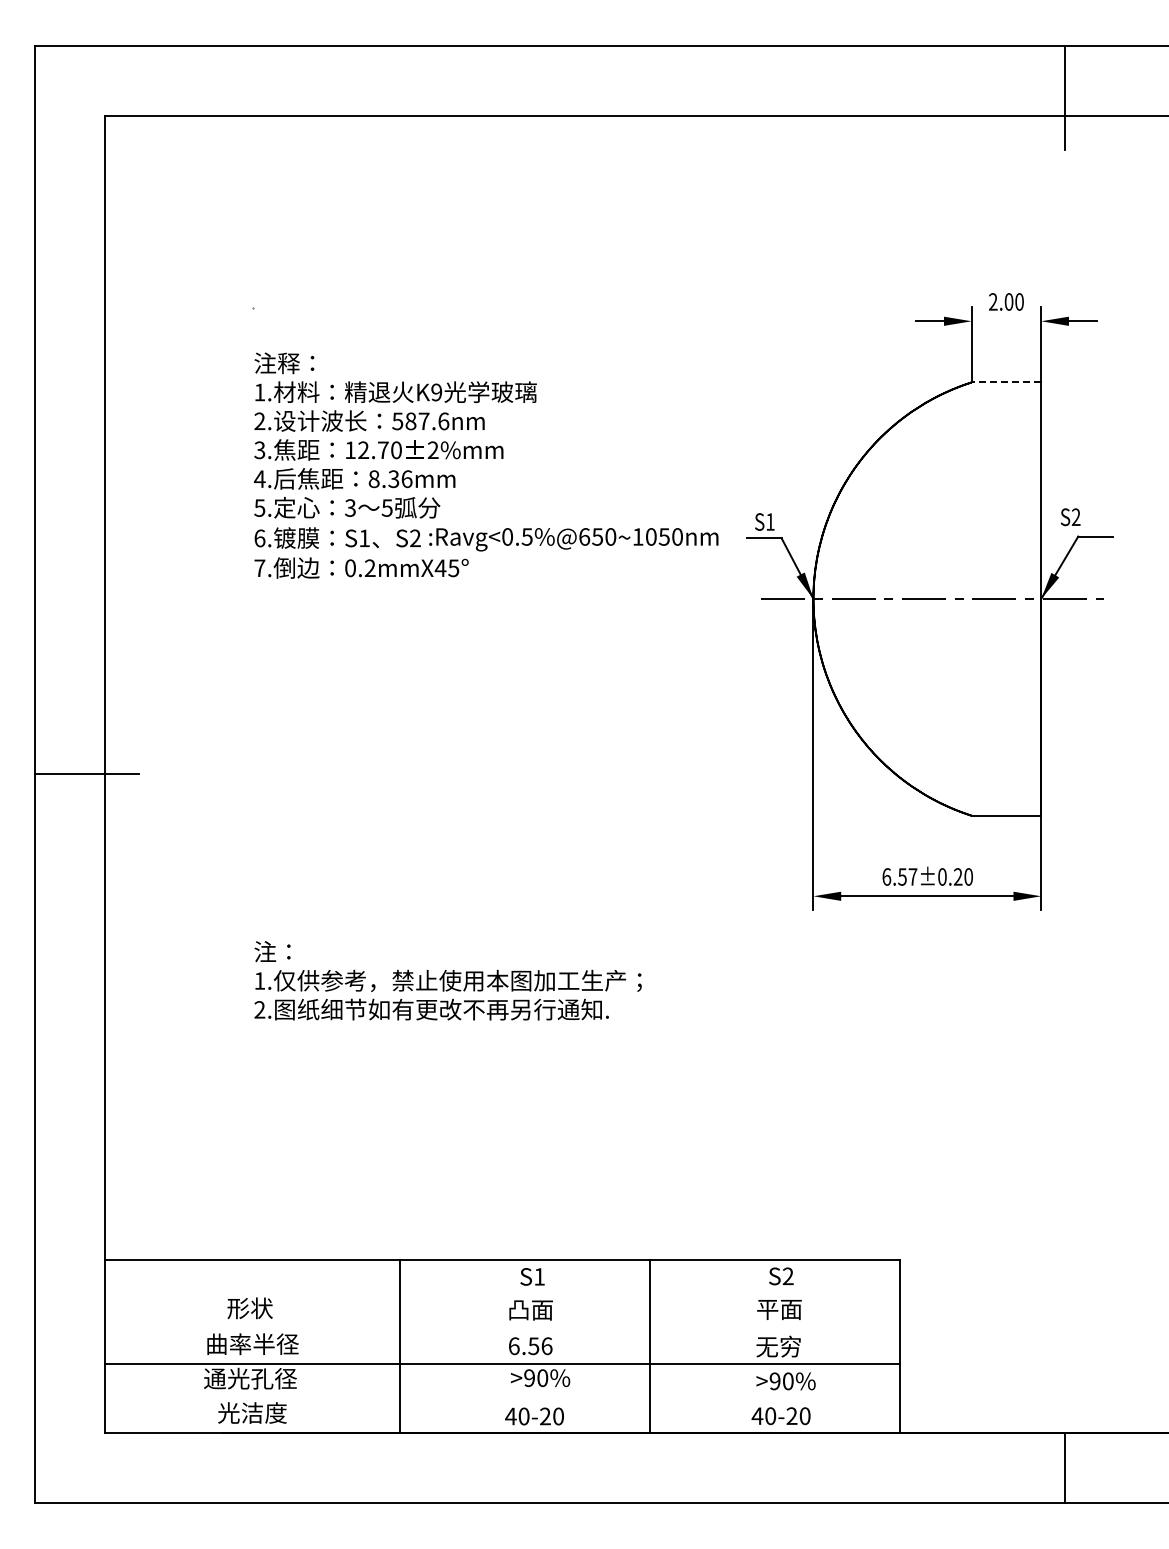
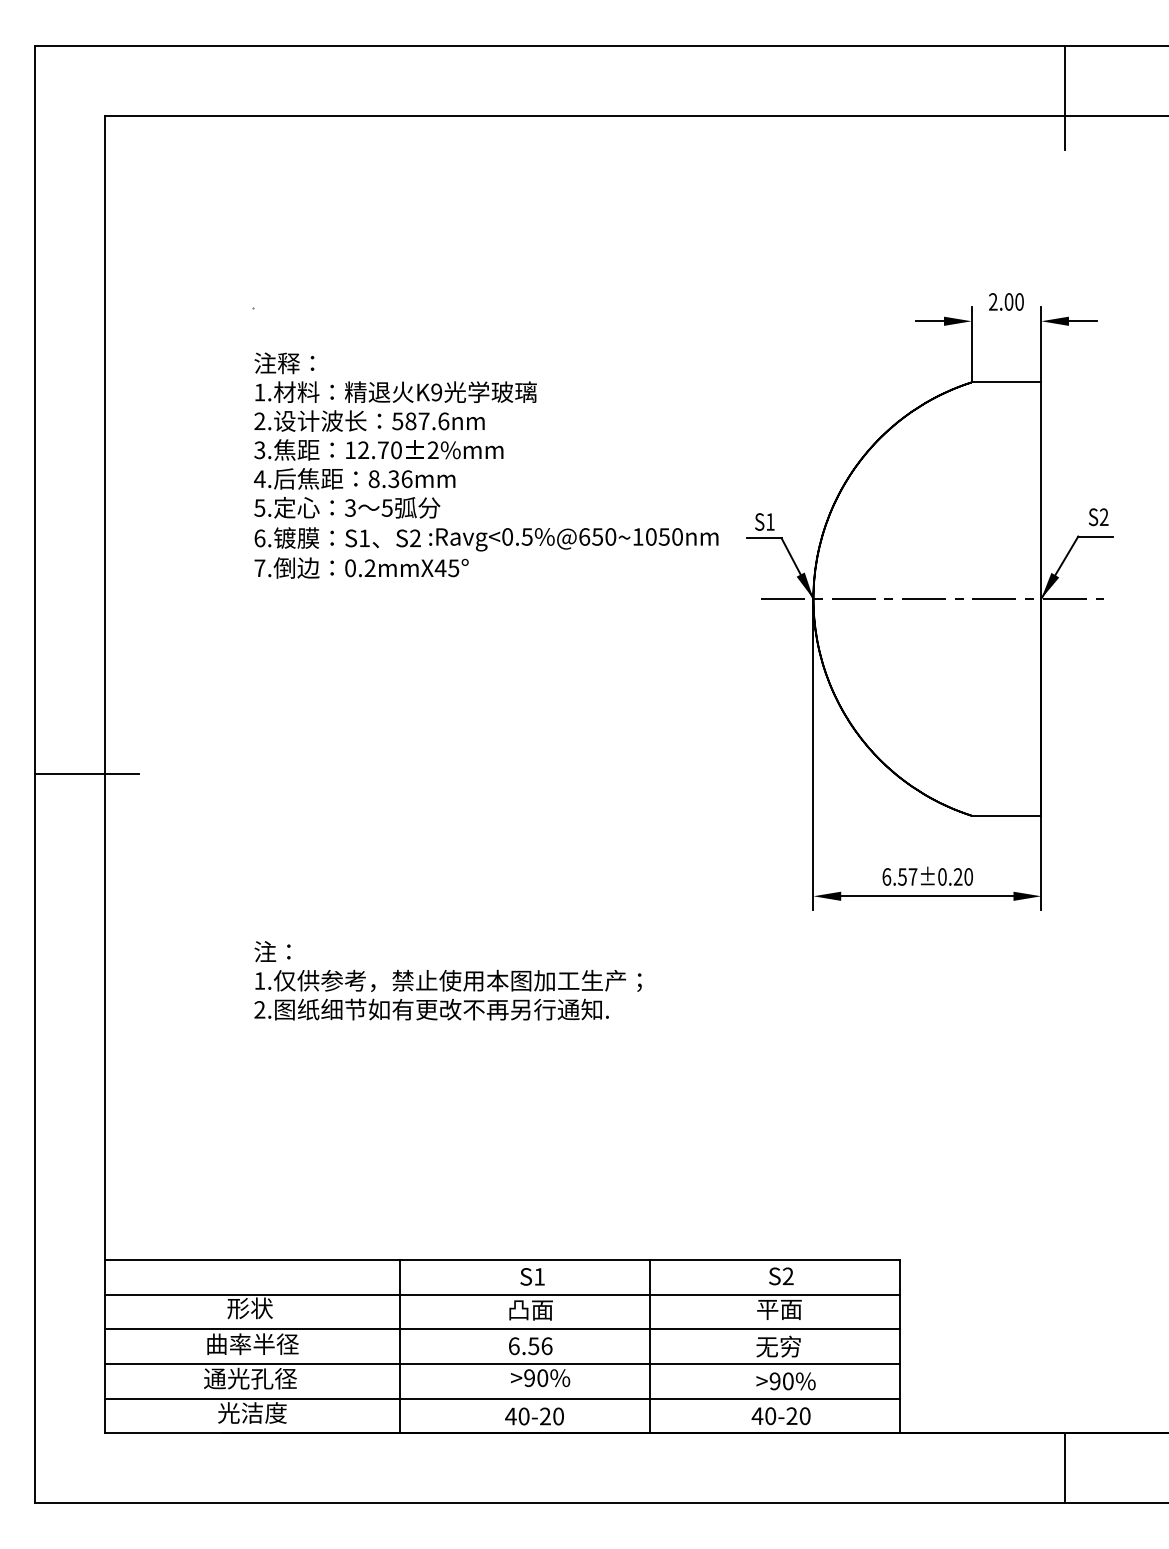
line at (1006, 382): dashed -> solid
text at (1070, 517) position: (1070, 517) -> (1098, 517)
line at (501, 1294): none -> present
line at (501, 1329): none -> present
line at (501, 1398): none -> present
